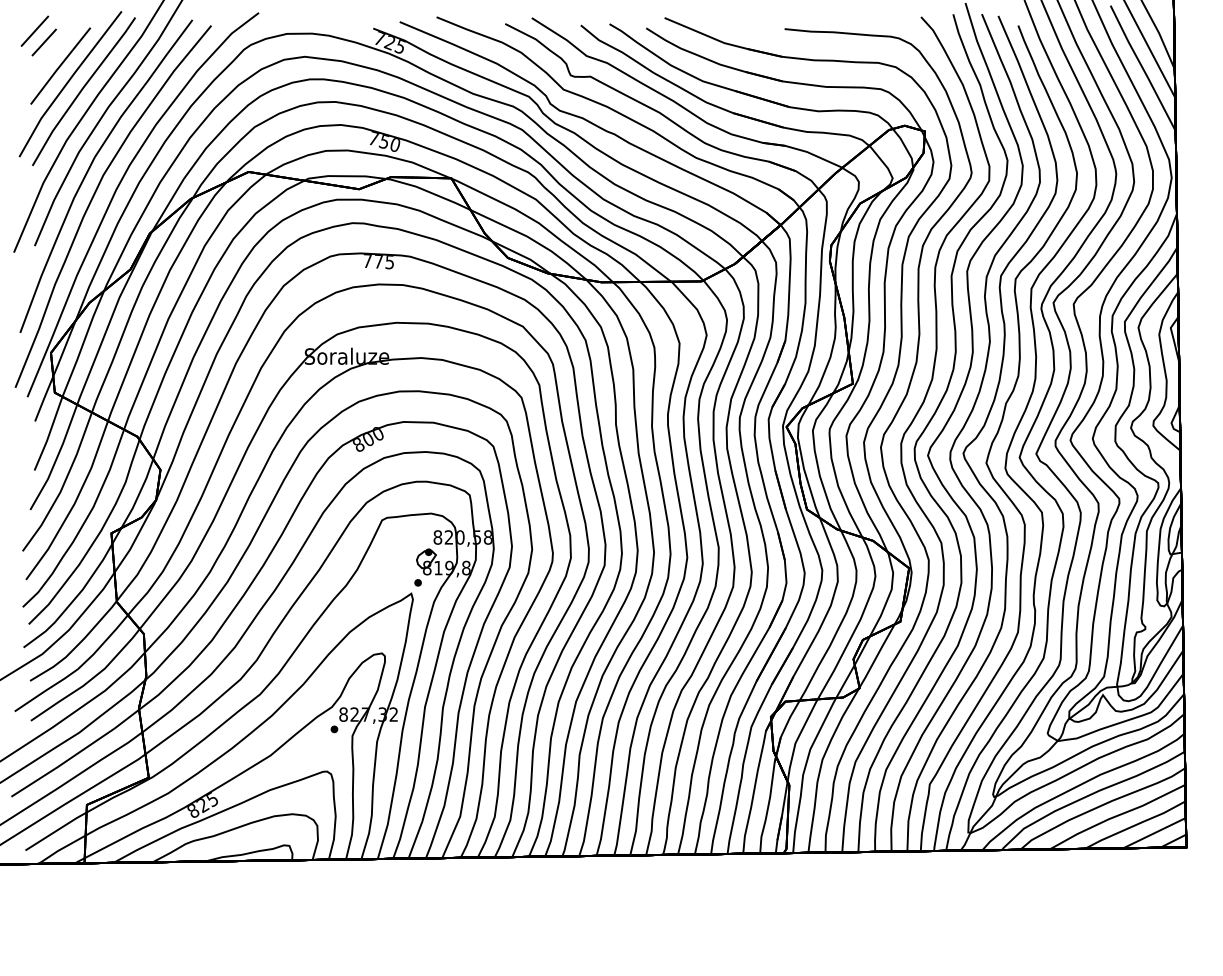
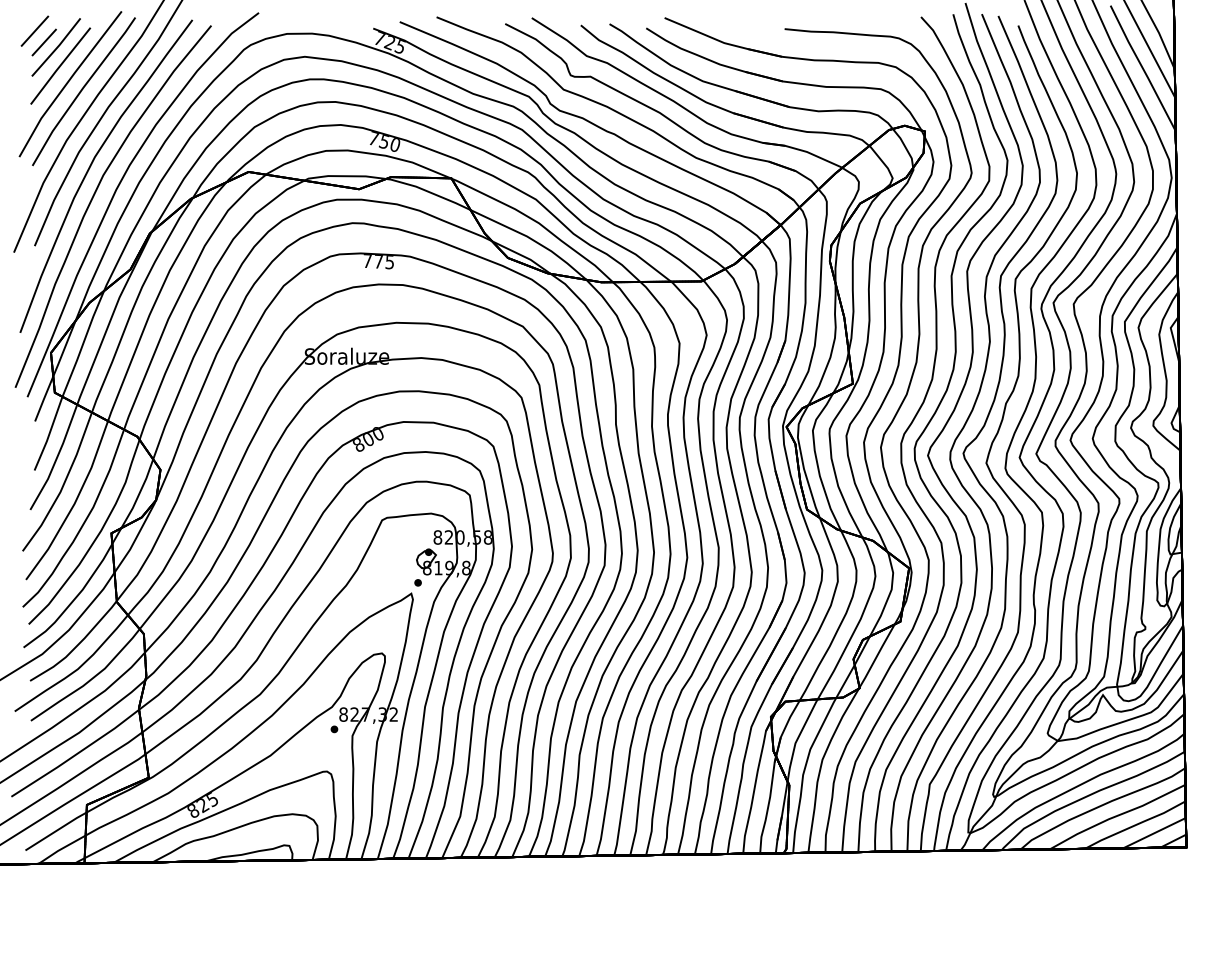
line at (56, 47): none -> present
